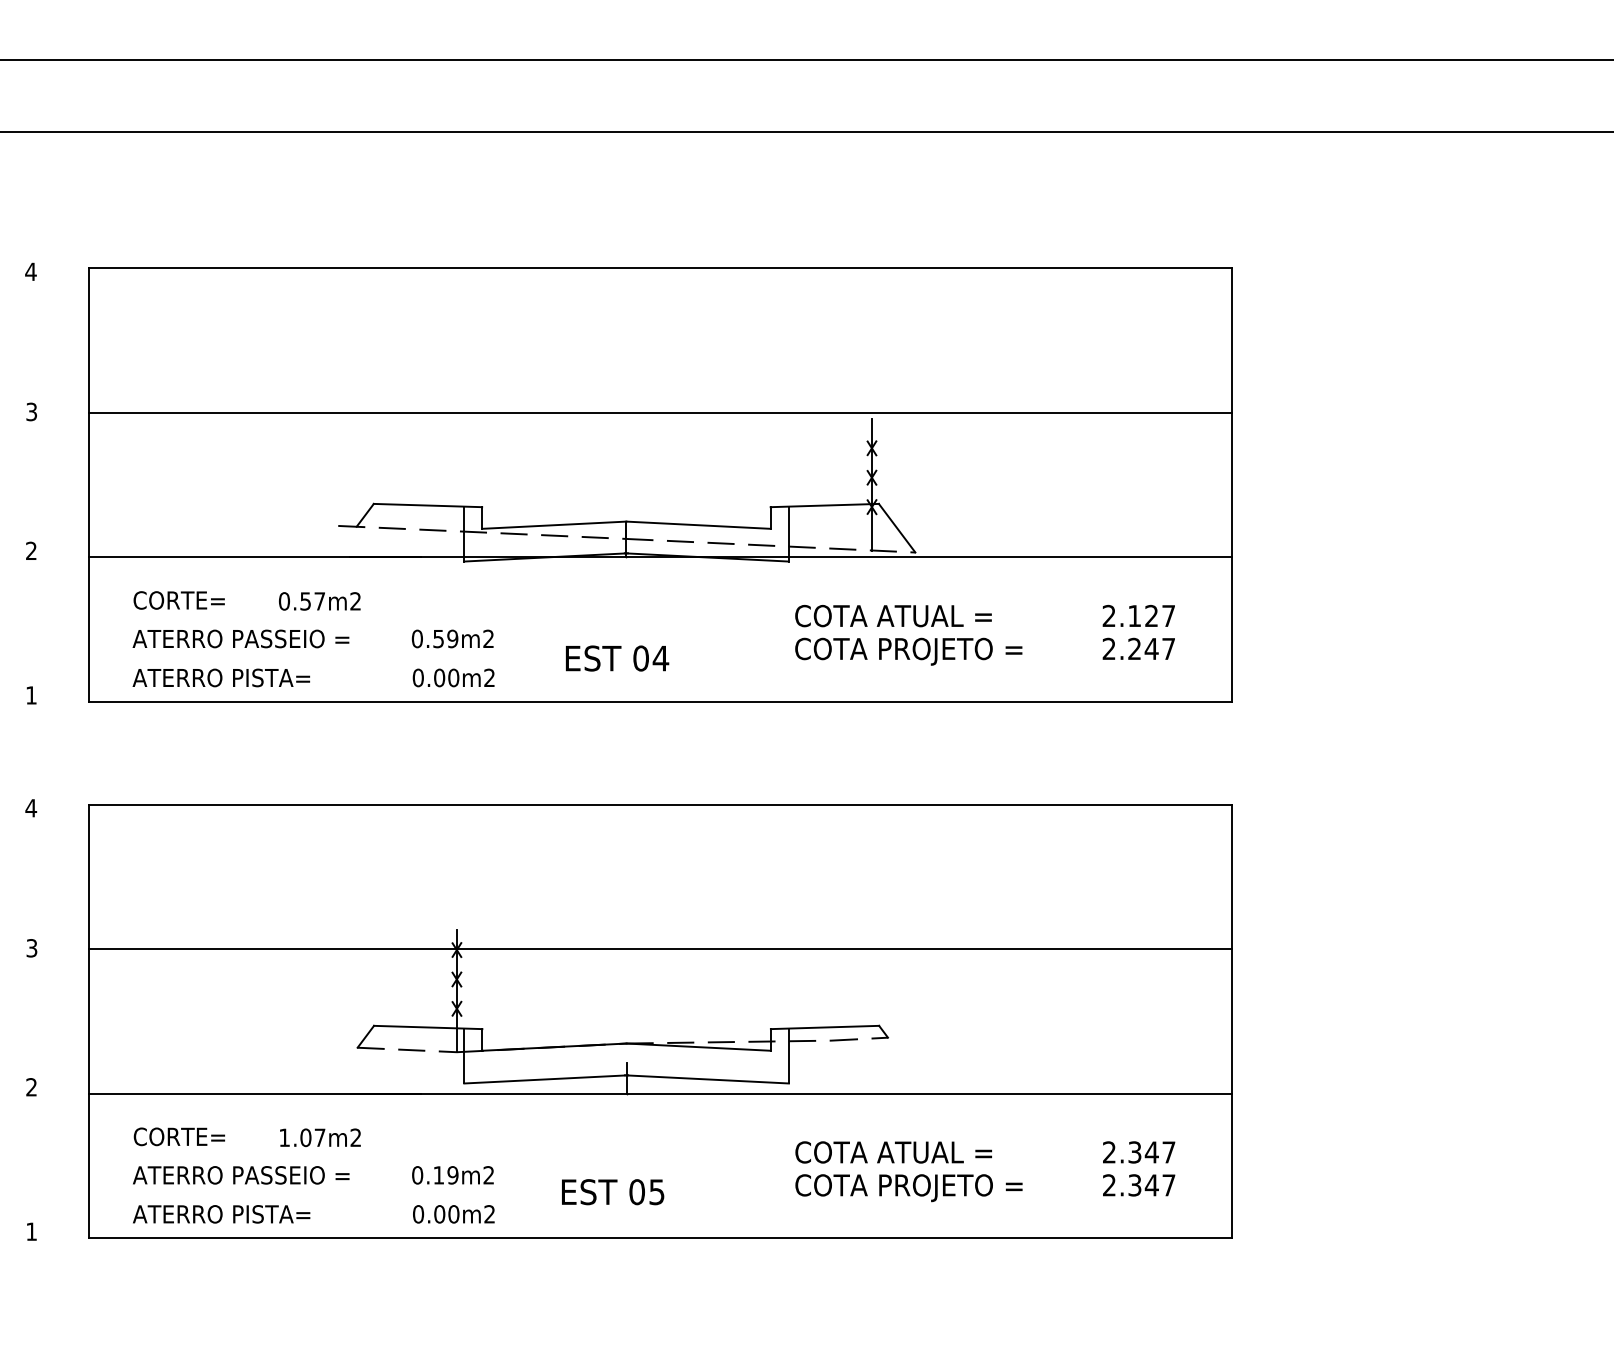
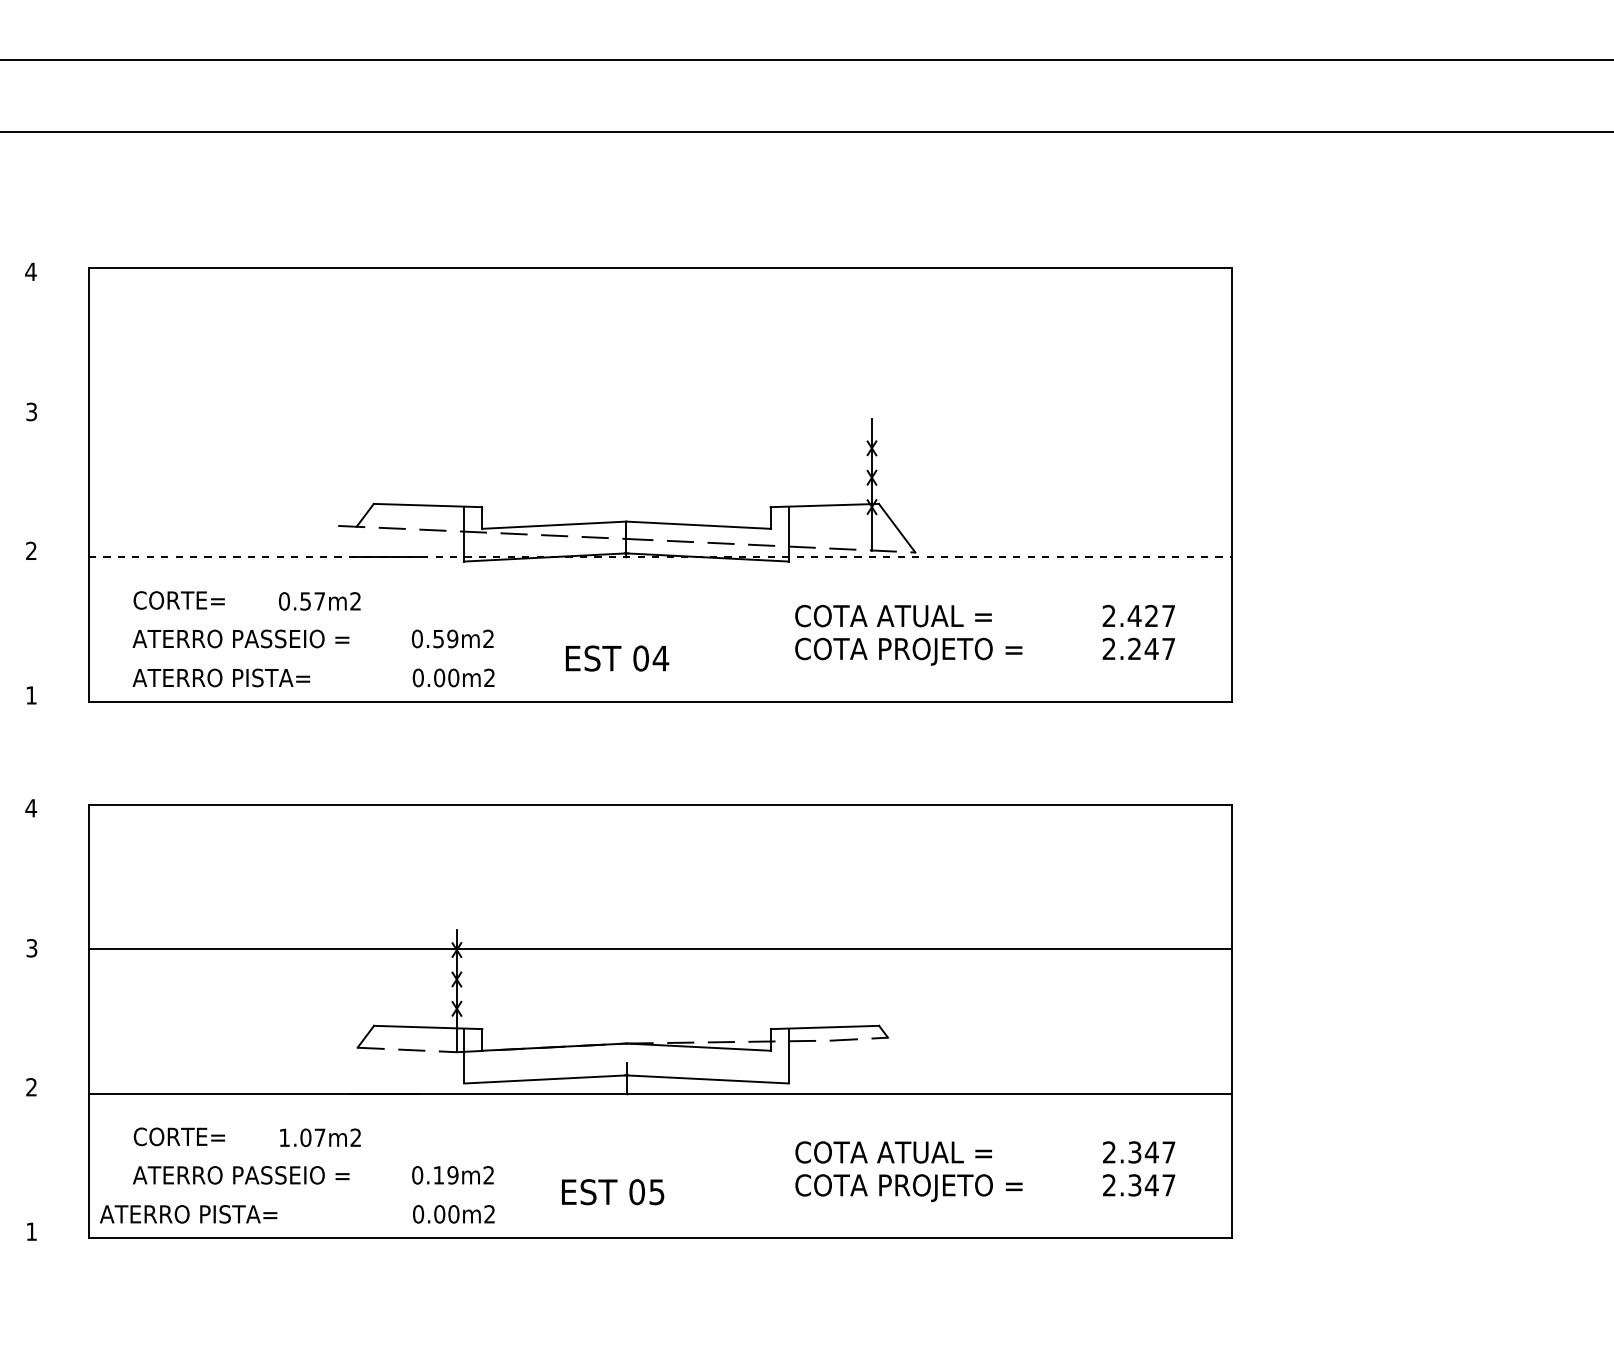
line at (660, 412): present -> none
line at (660, 557): solid -> dashed
text at (1134, 615): 2.127 -> 2.427
text at (221, 1214) position: (221, 1214) -> (188, 1214)
